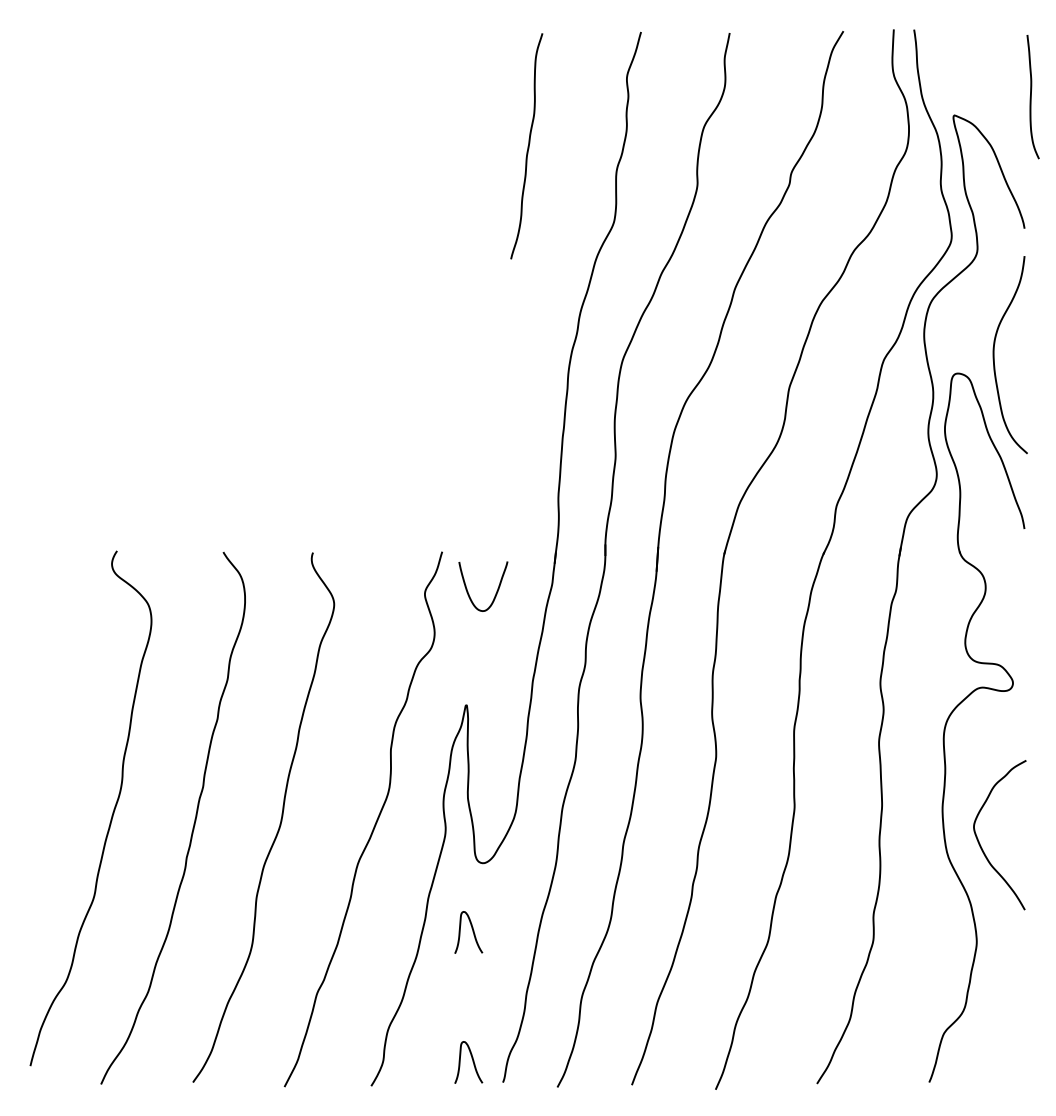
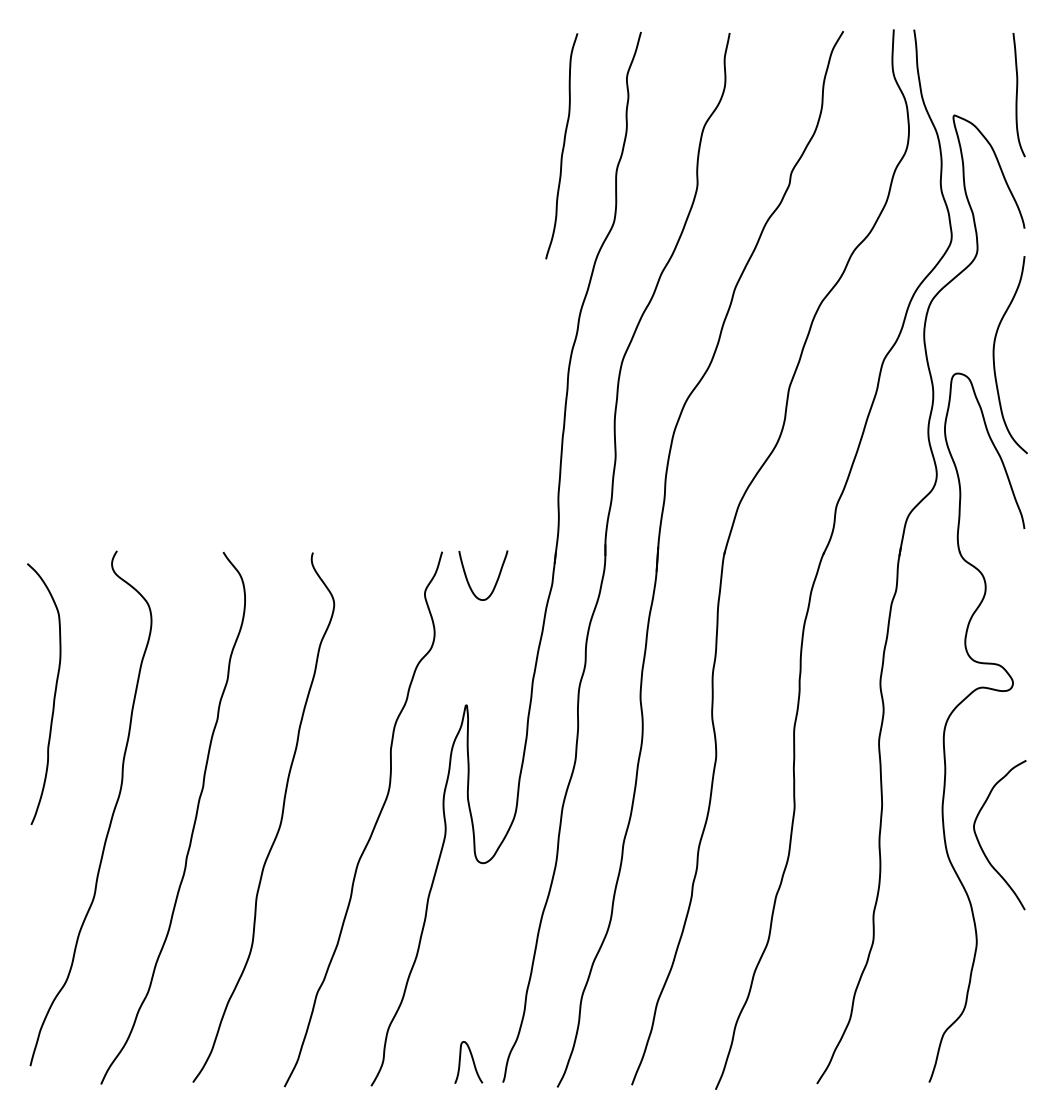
curve at (1031, 97) position: (1031, 97) -> (1017, 95)
curve at (527, 146) position: (527, 146) -> (562, 146)
curve at (496, 590) position: (496, 590) -> (496, 579)
curve at (53, 696): none -> present
curve at (472, 932): present -> none
